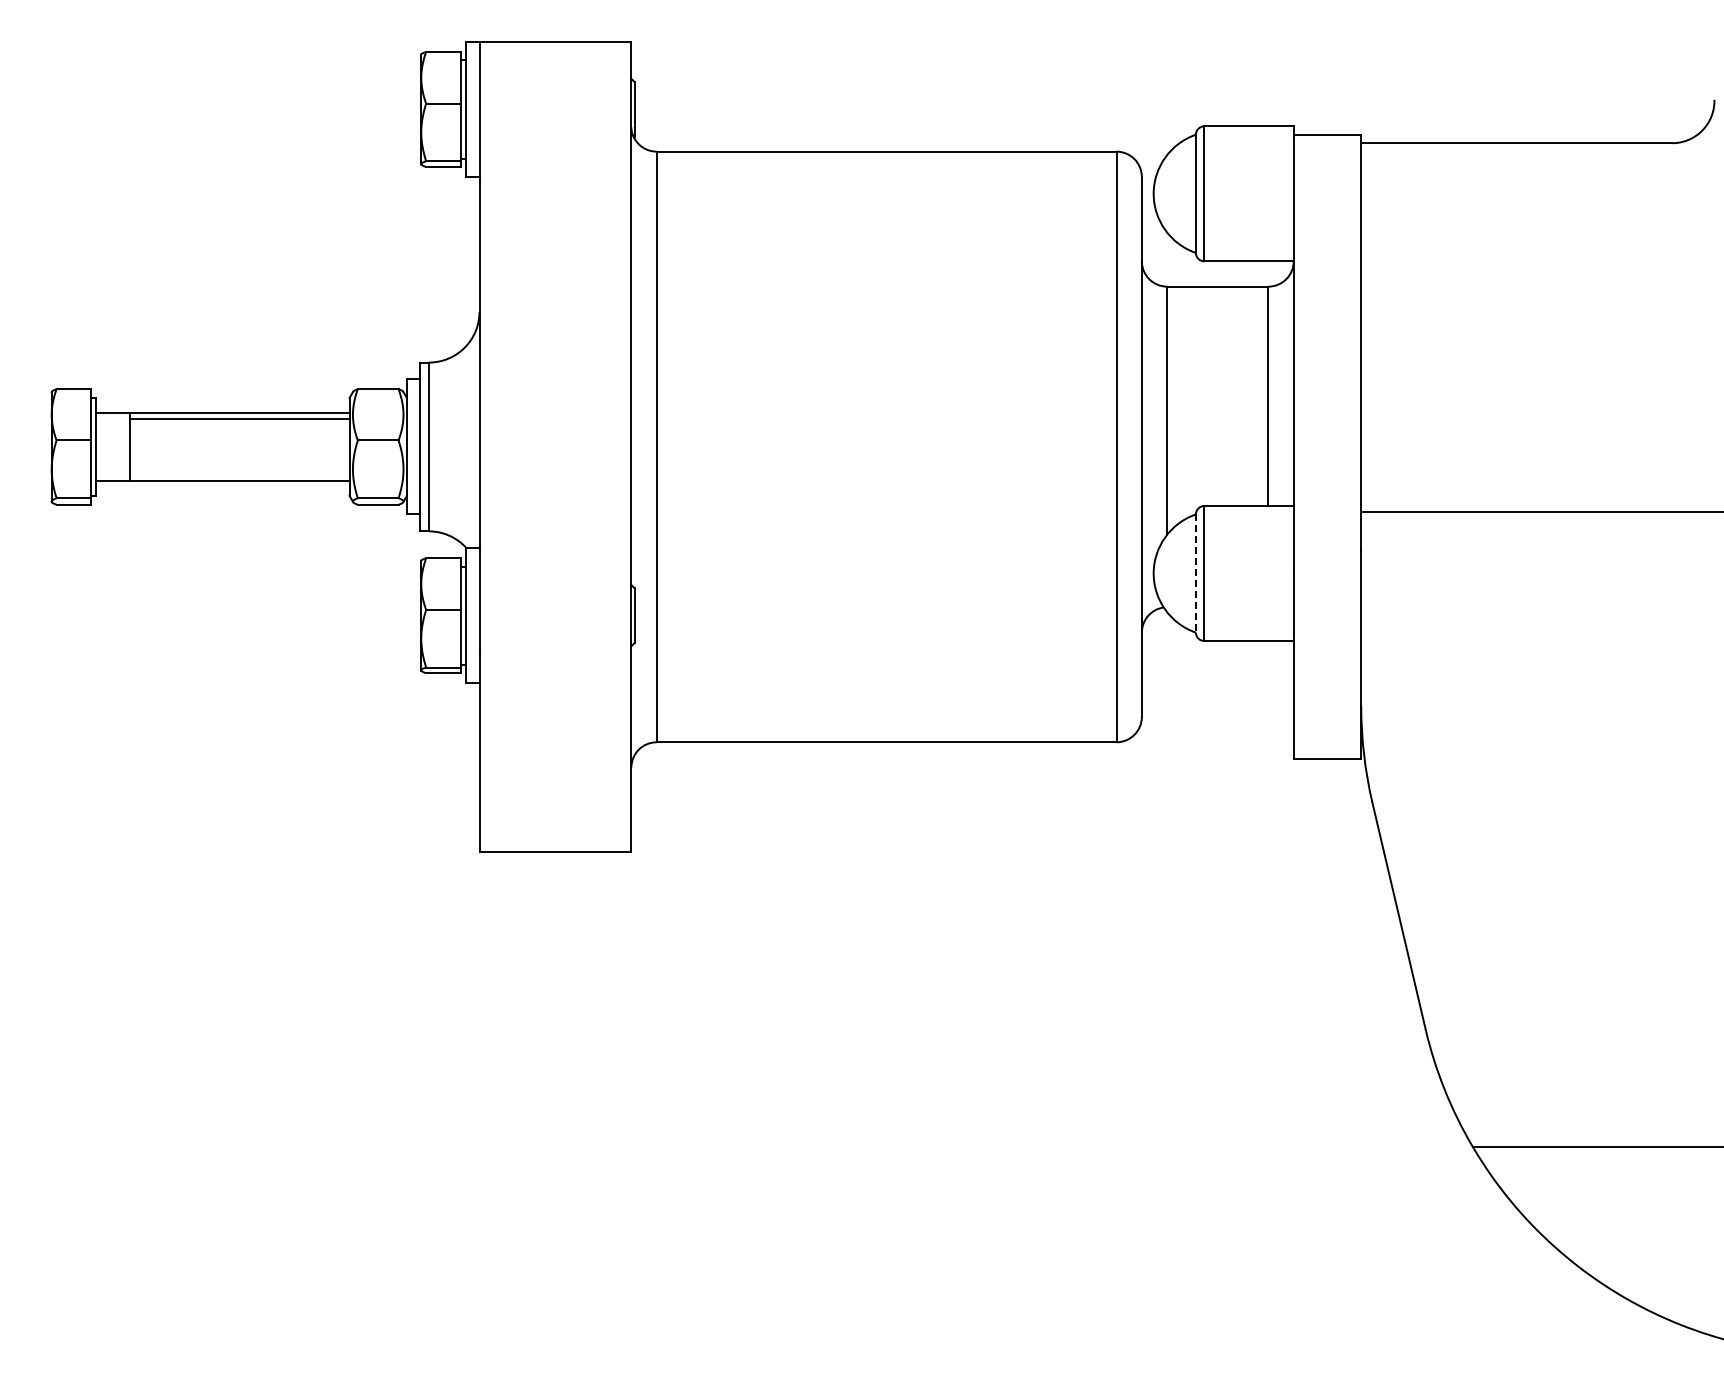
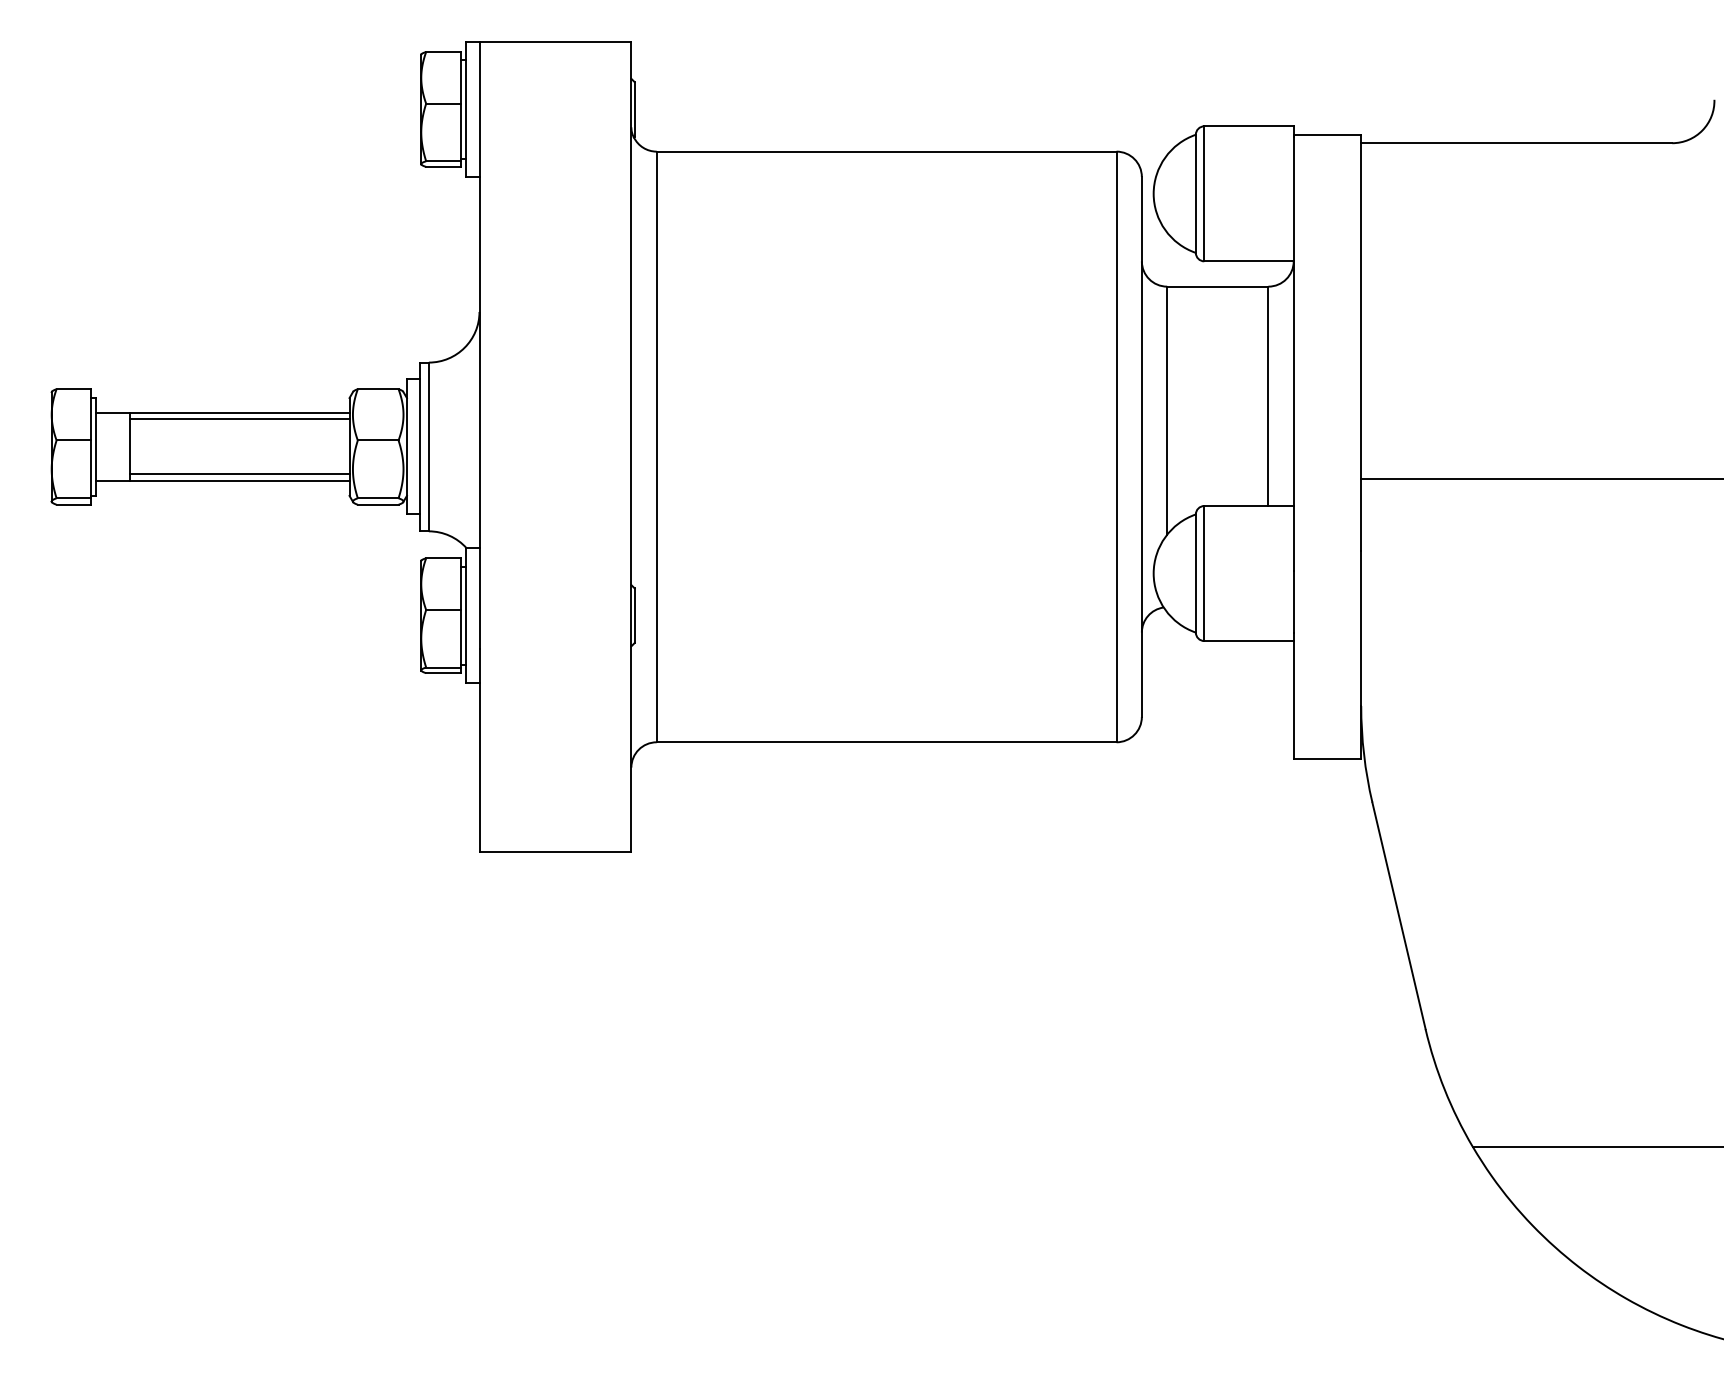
line at (239, 474): none -> present
line at (1540, 512) position: (1540, 512) -> (1540, 479)
line at (1195, 574): dashed -> solid
